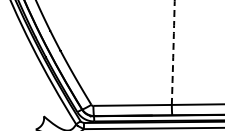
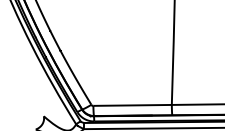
arc at (173, 52): dashed -> solid
